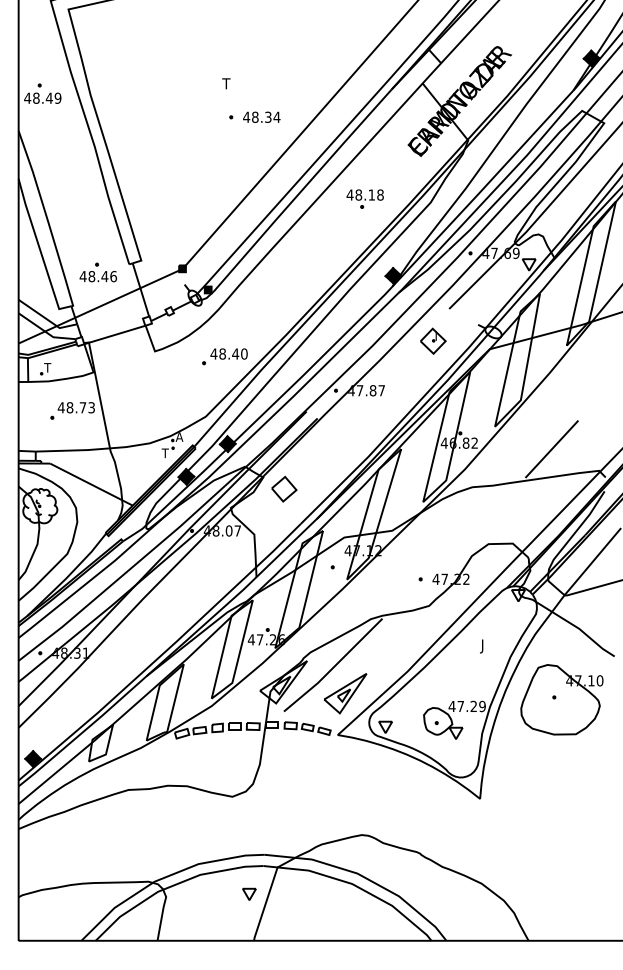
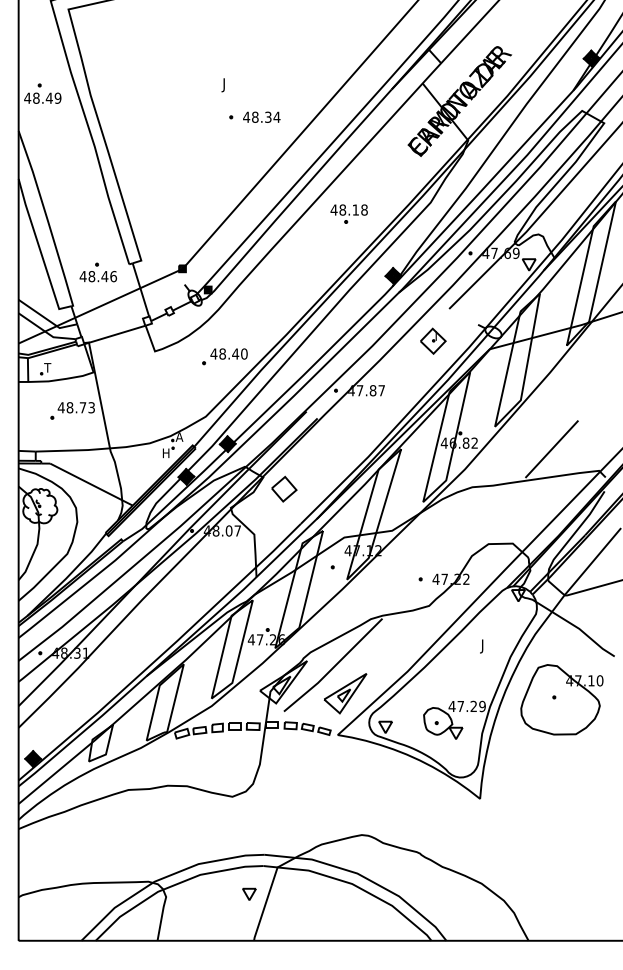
text at (225, 85): T -> J
part at (364, 198) position: (364, 198) -> (348, 213)
text at (165, 453): T -> H
